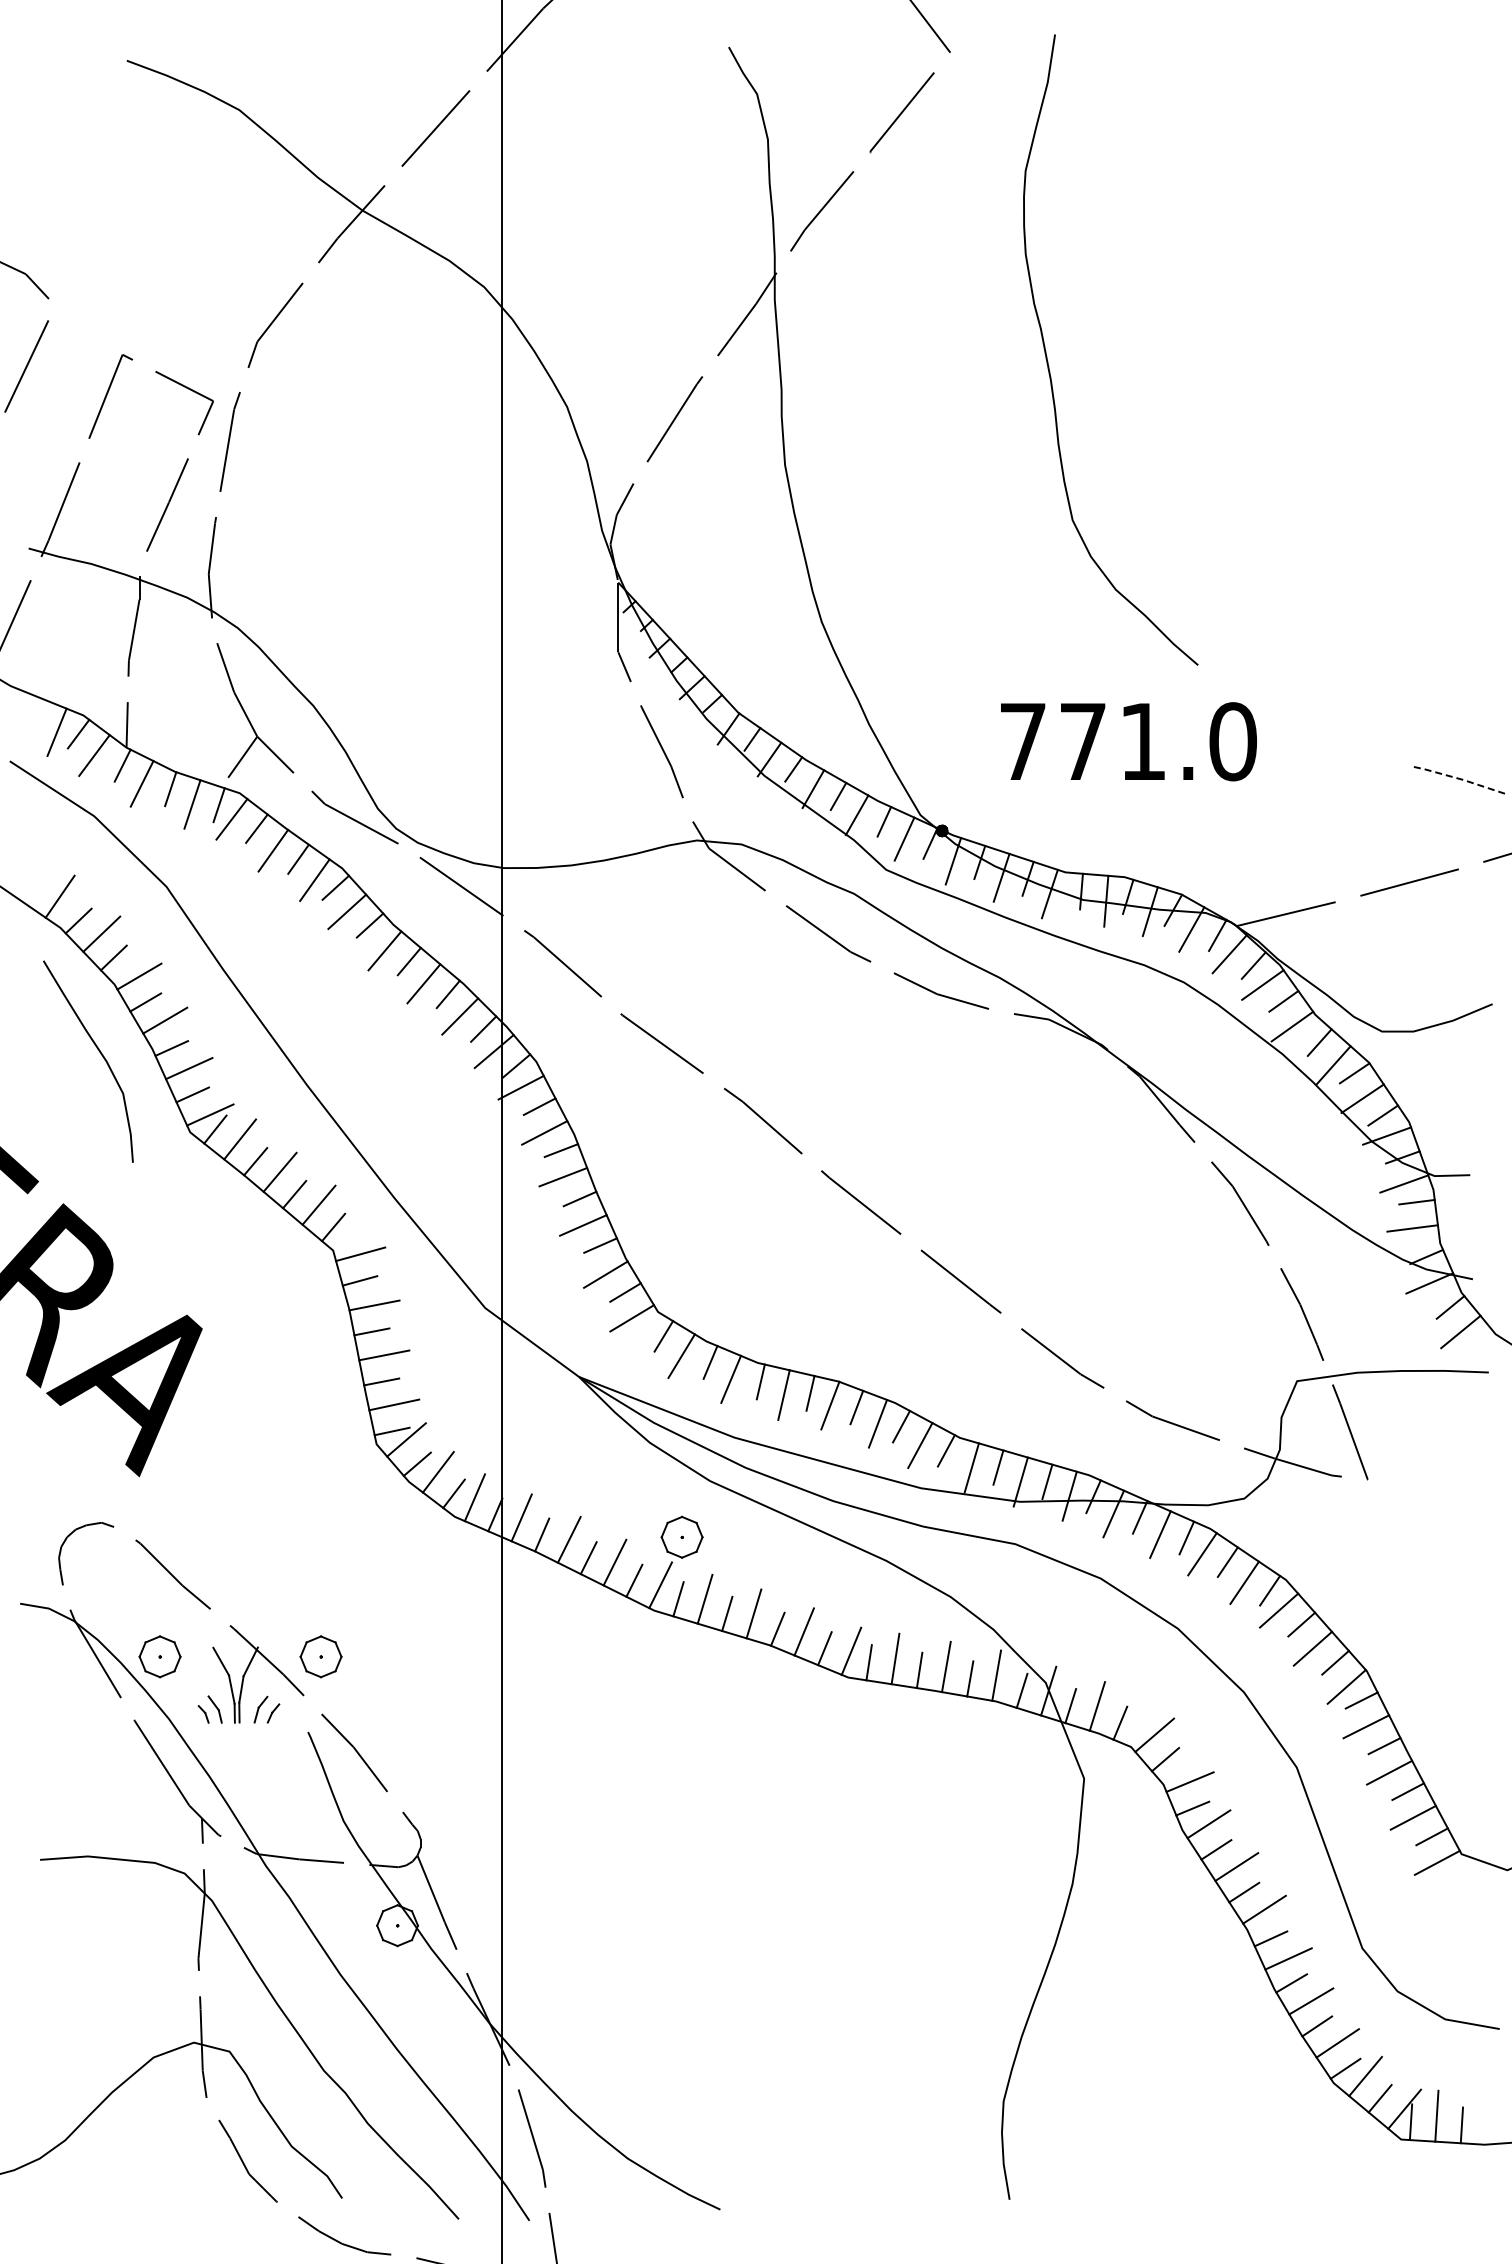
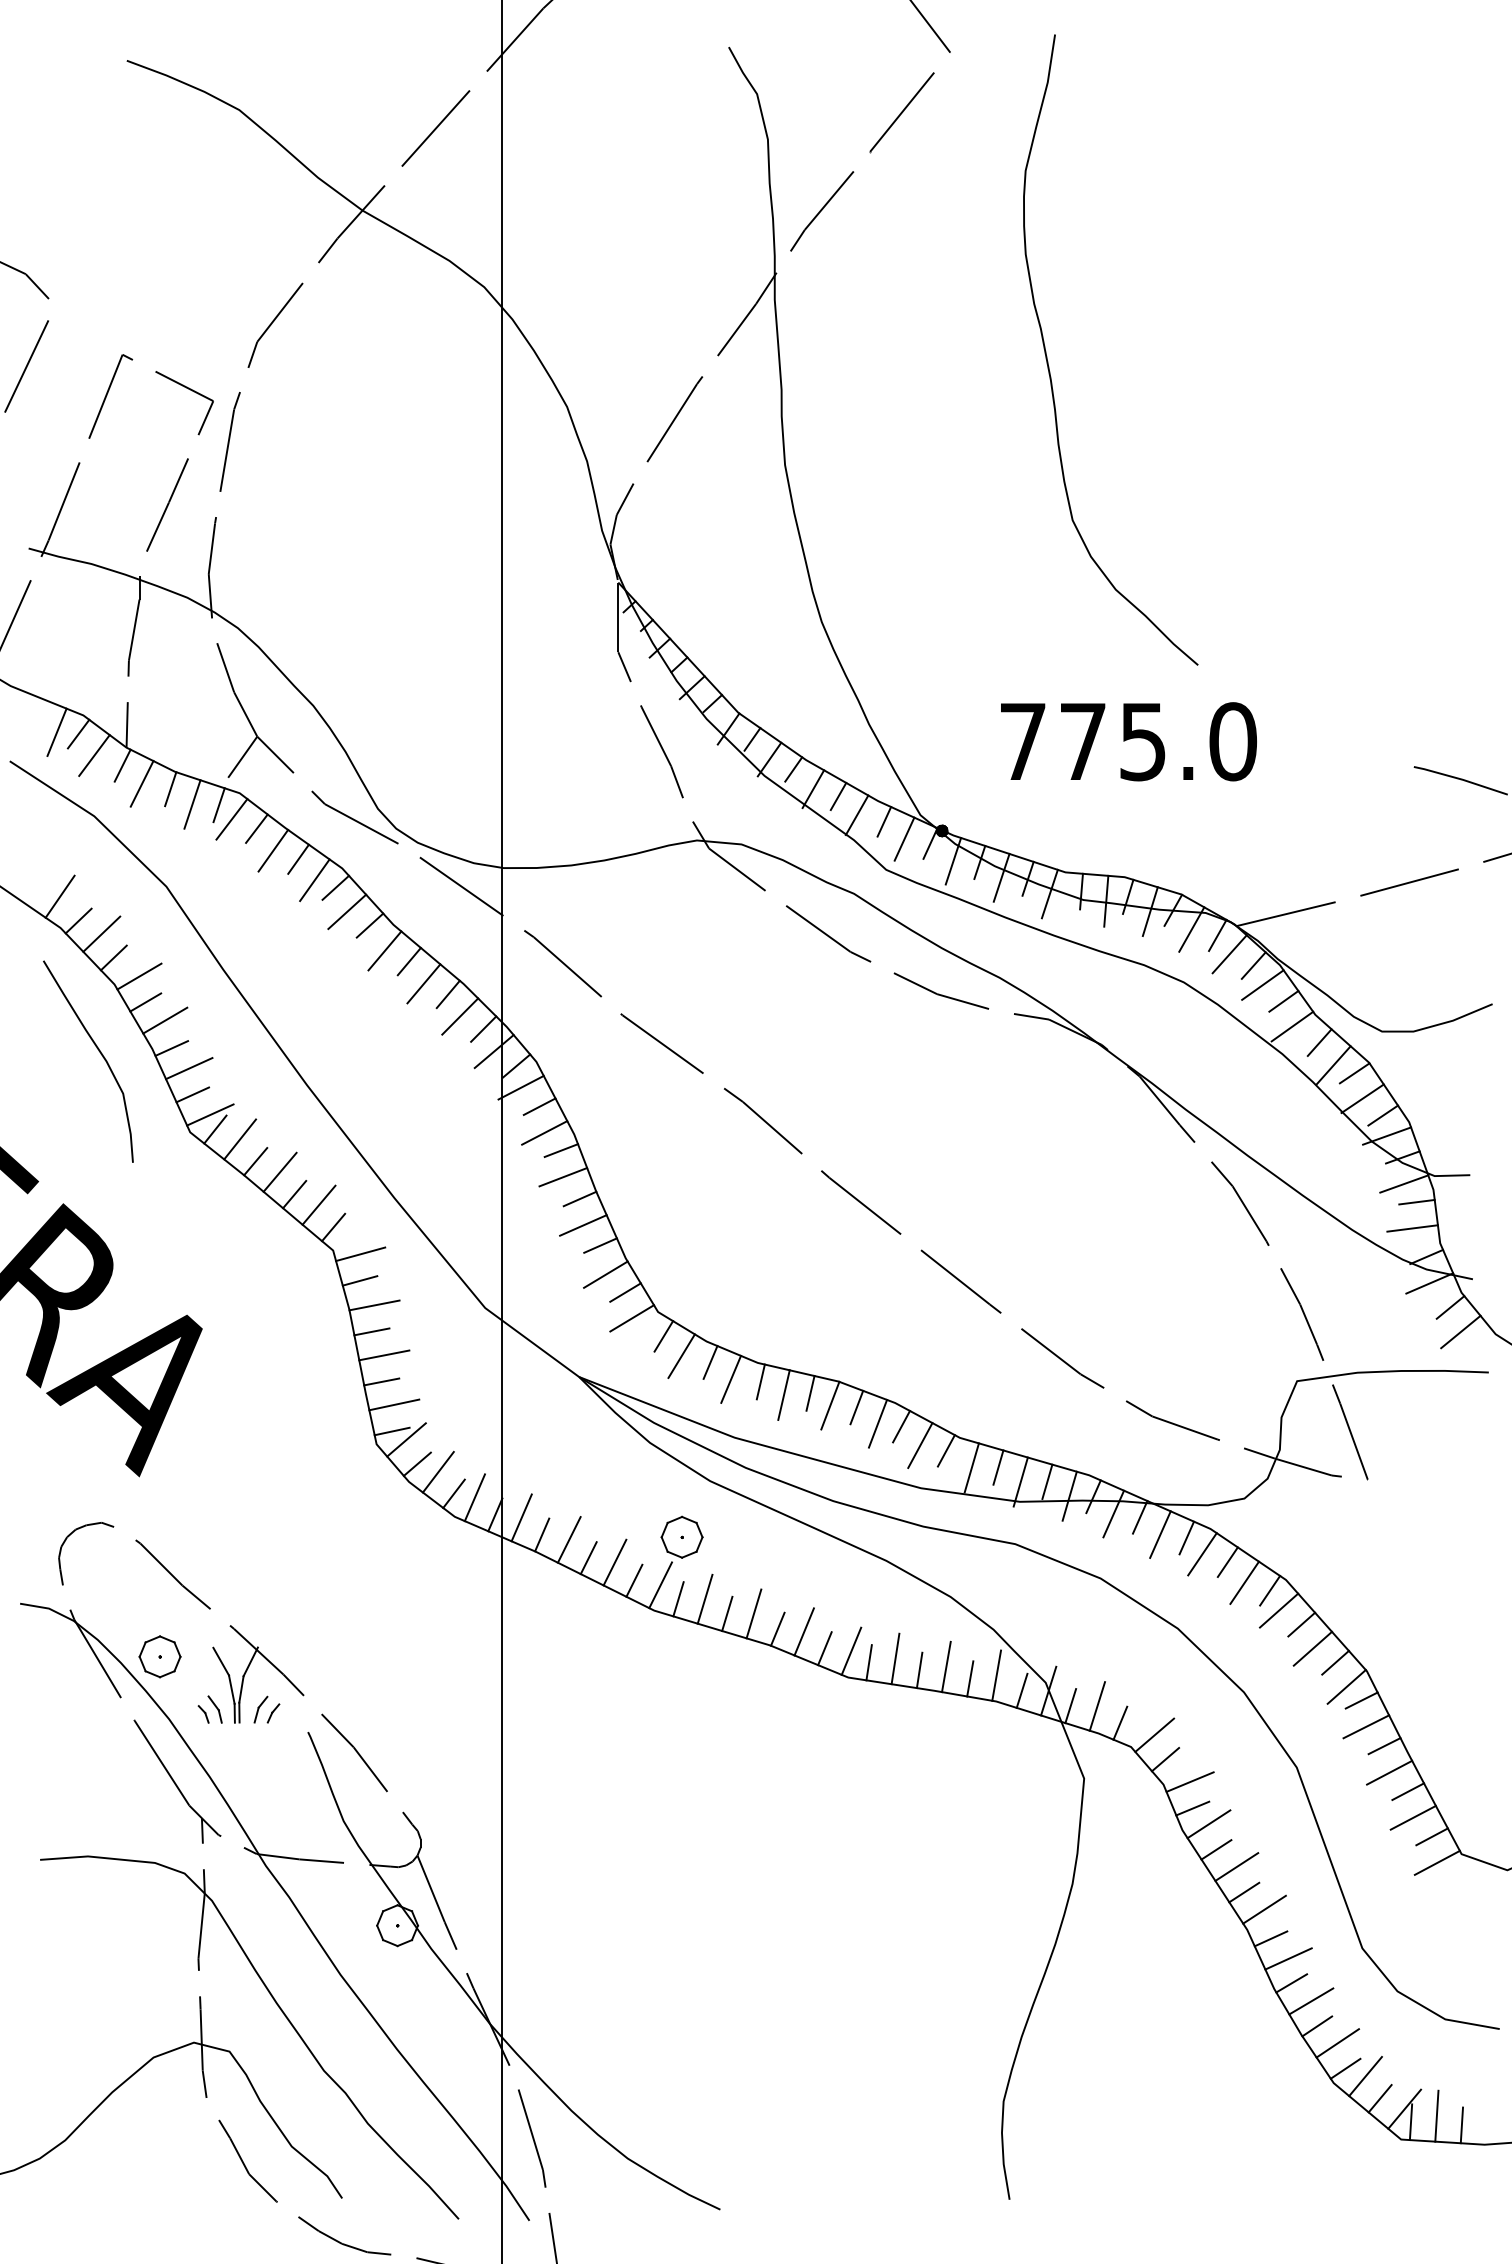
text at (1142, 742): 771.0 -> 775.0
line at (1461, 779): dashed -> solid
part at (320, 1656): present -> none
